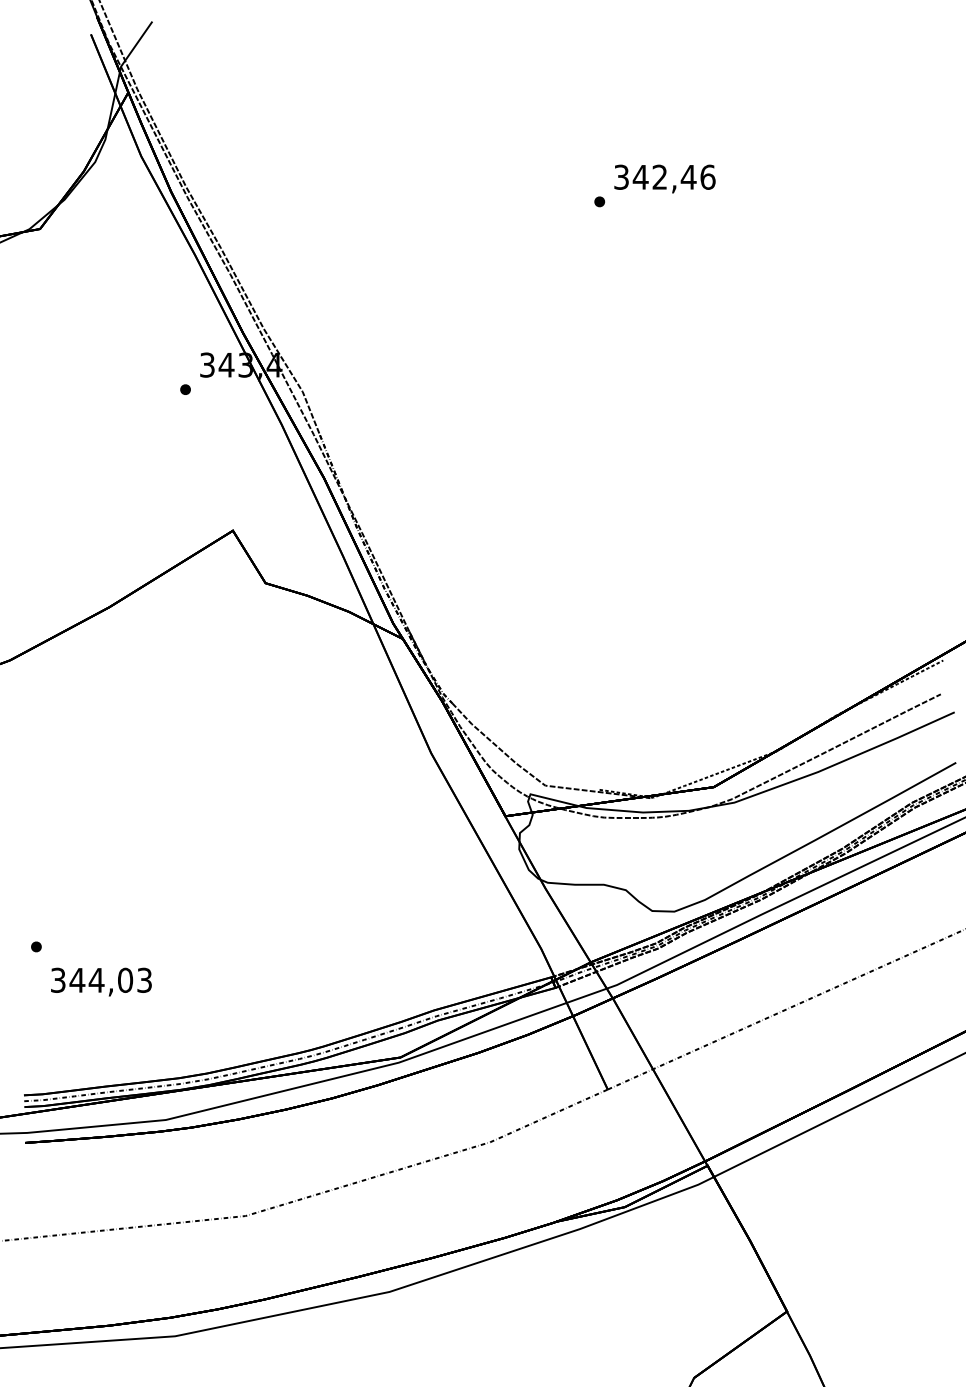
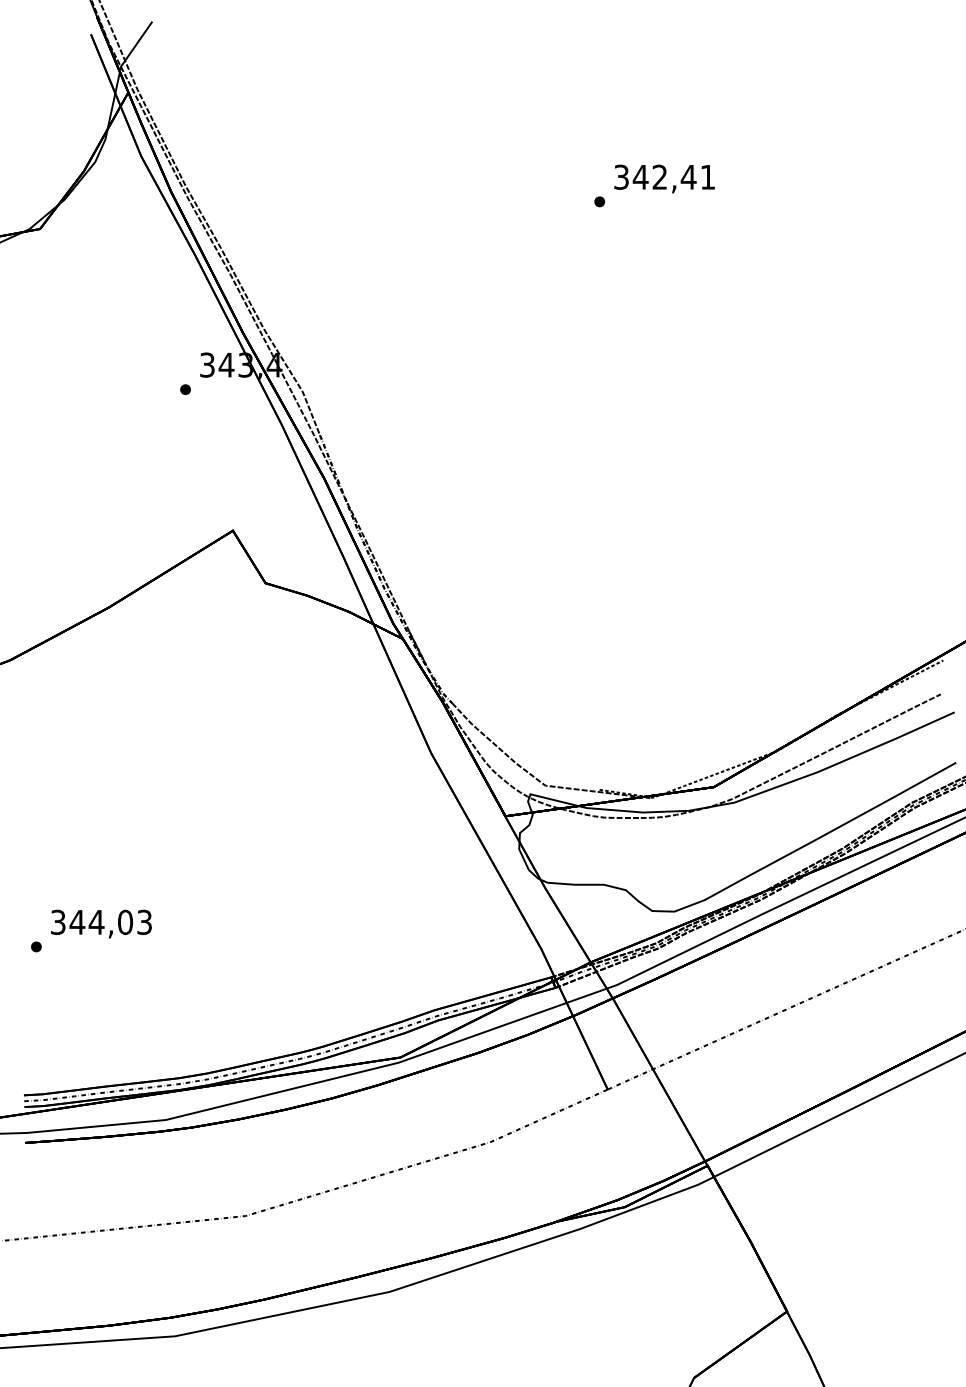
text at (707, 176): 342,46 -> 342,41
text at (101, 981) position: (101, 981) -> (101, 923)
